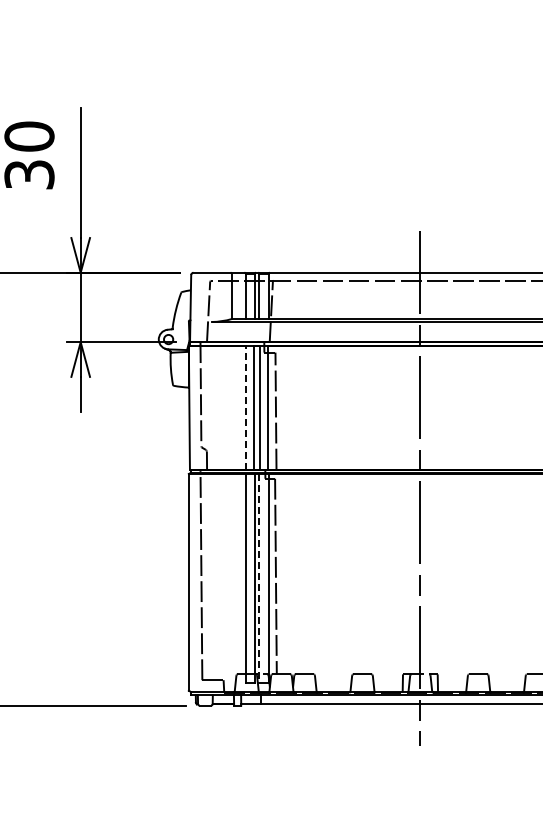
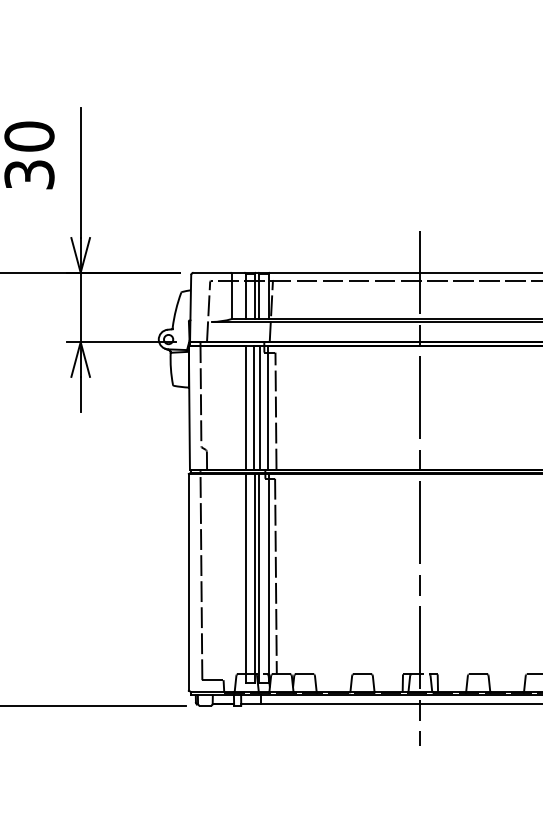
line at (246, 407): dashed -> solid
line at (259, 578): dashed -> solid
